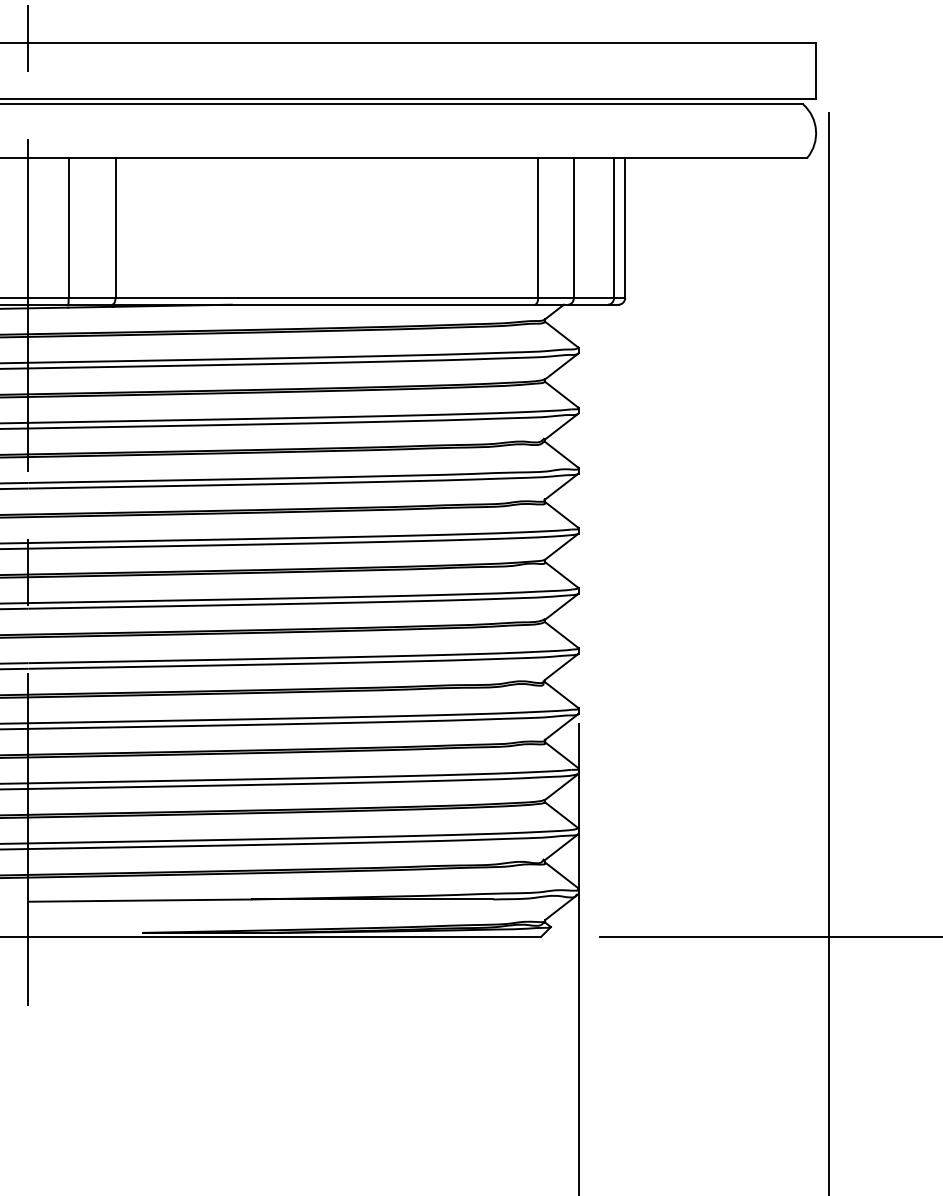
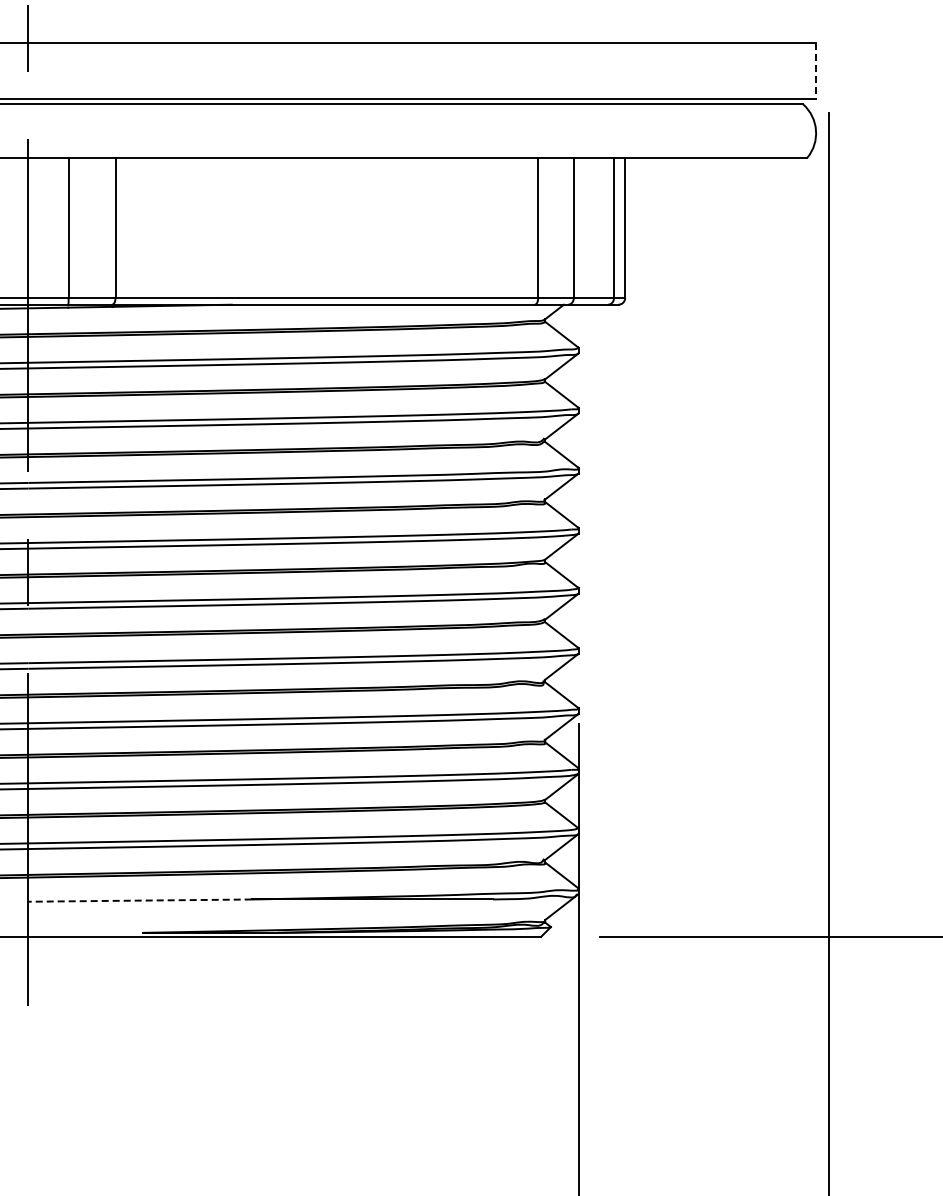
line at (816, 71): solid -> dashed
line at (140, 900): solid -> dashed
